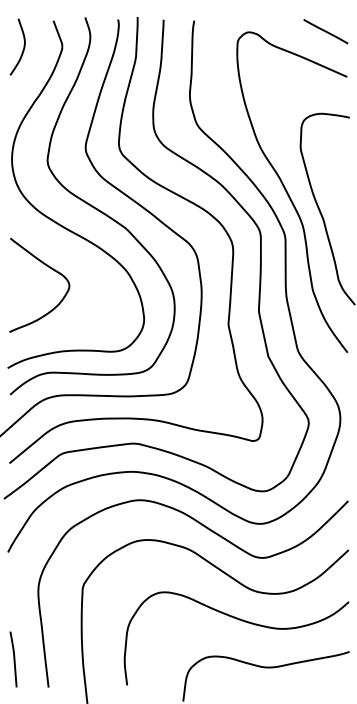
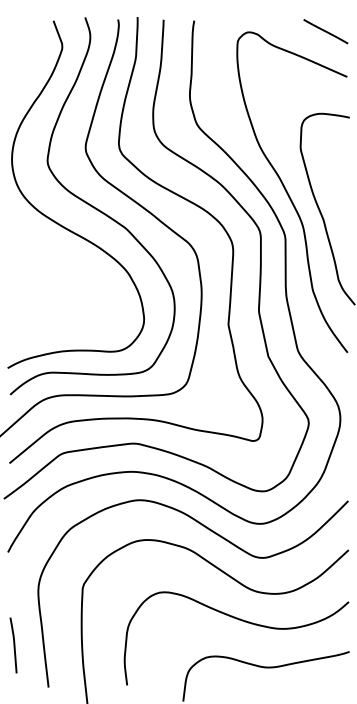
curve at (23, 46): present -> none
curve at (49, 268): present -> none
curve at (13, 659) position: (13, 659) -> (13, 645)
